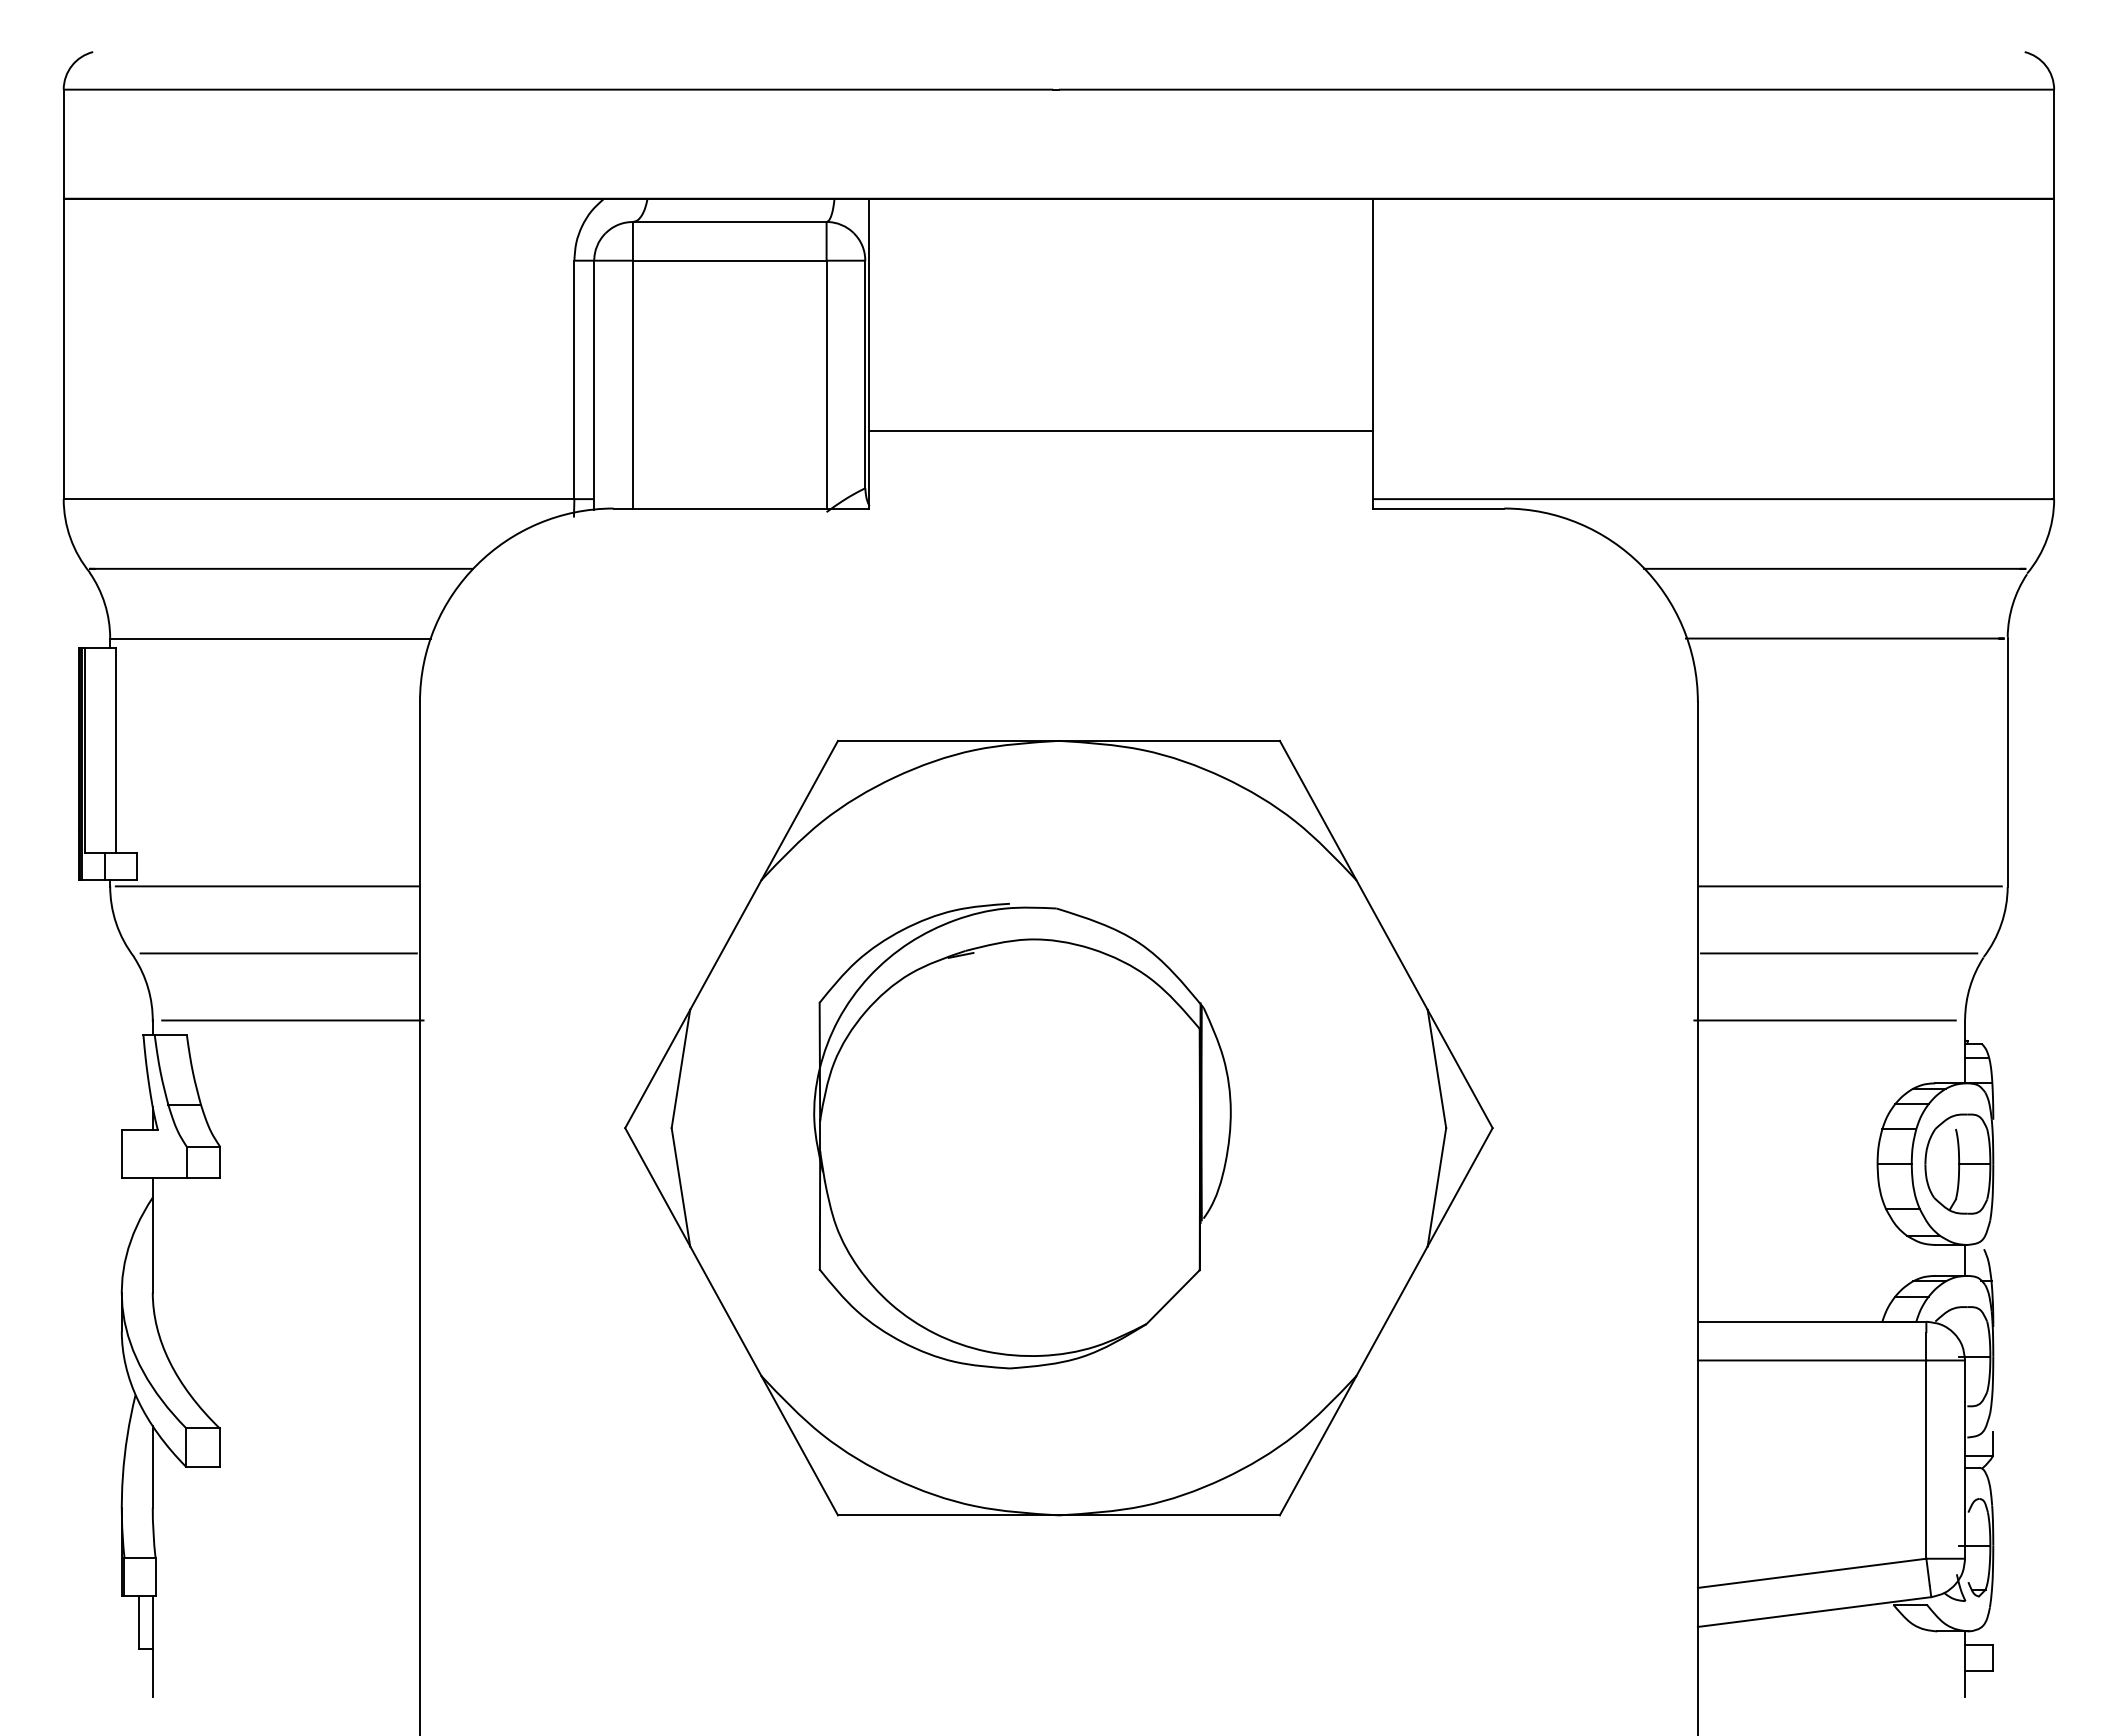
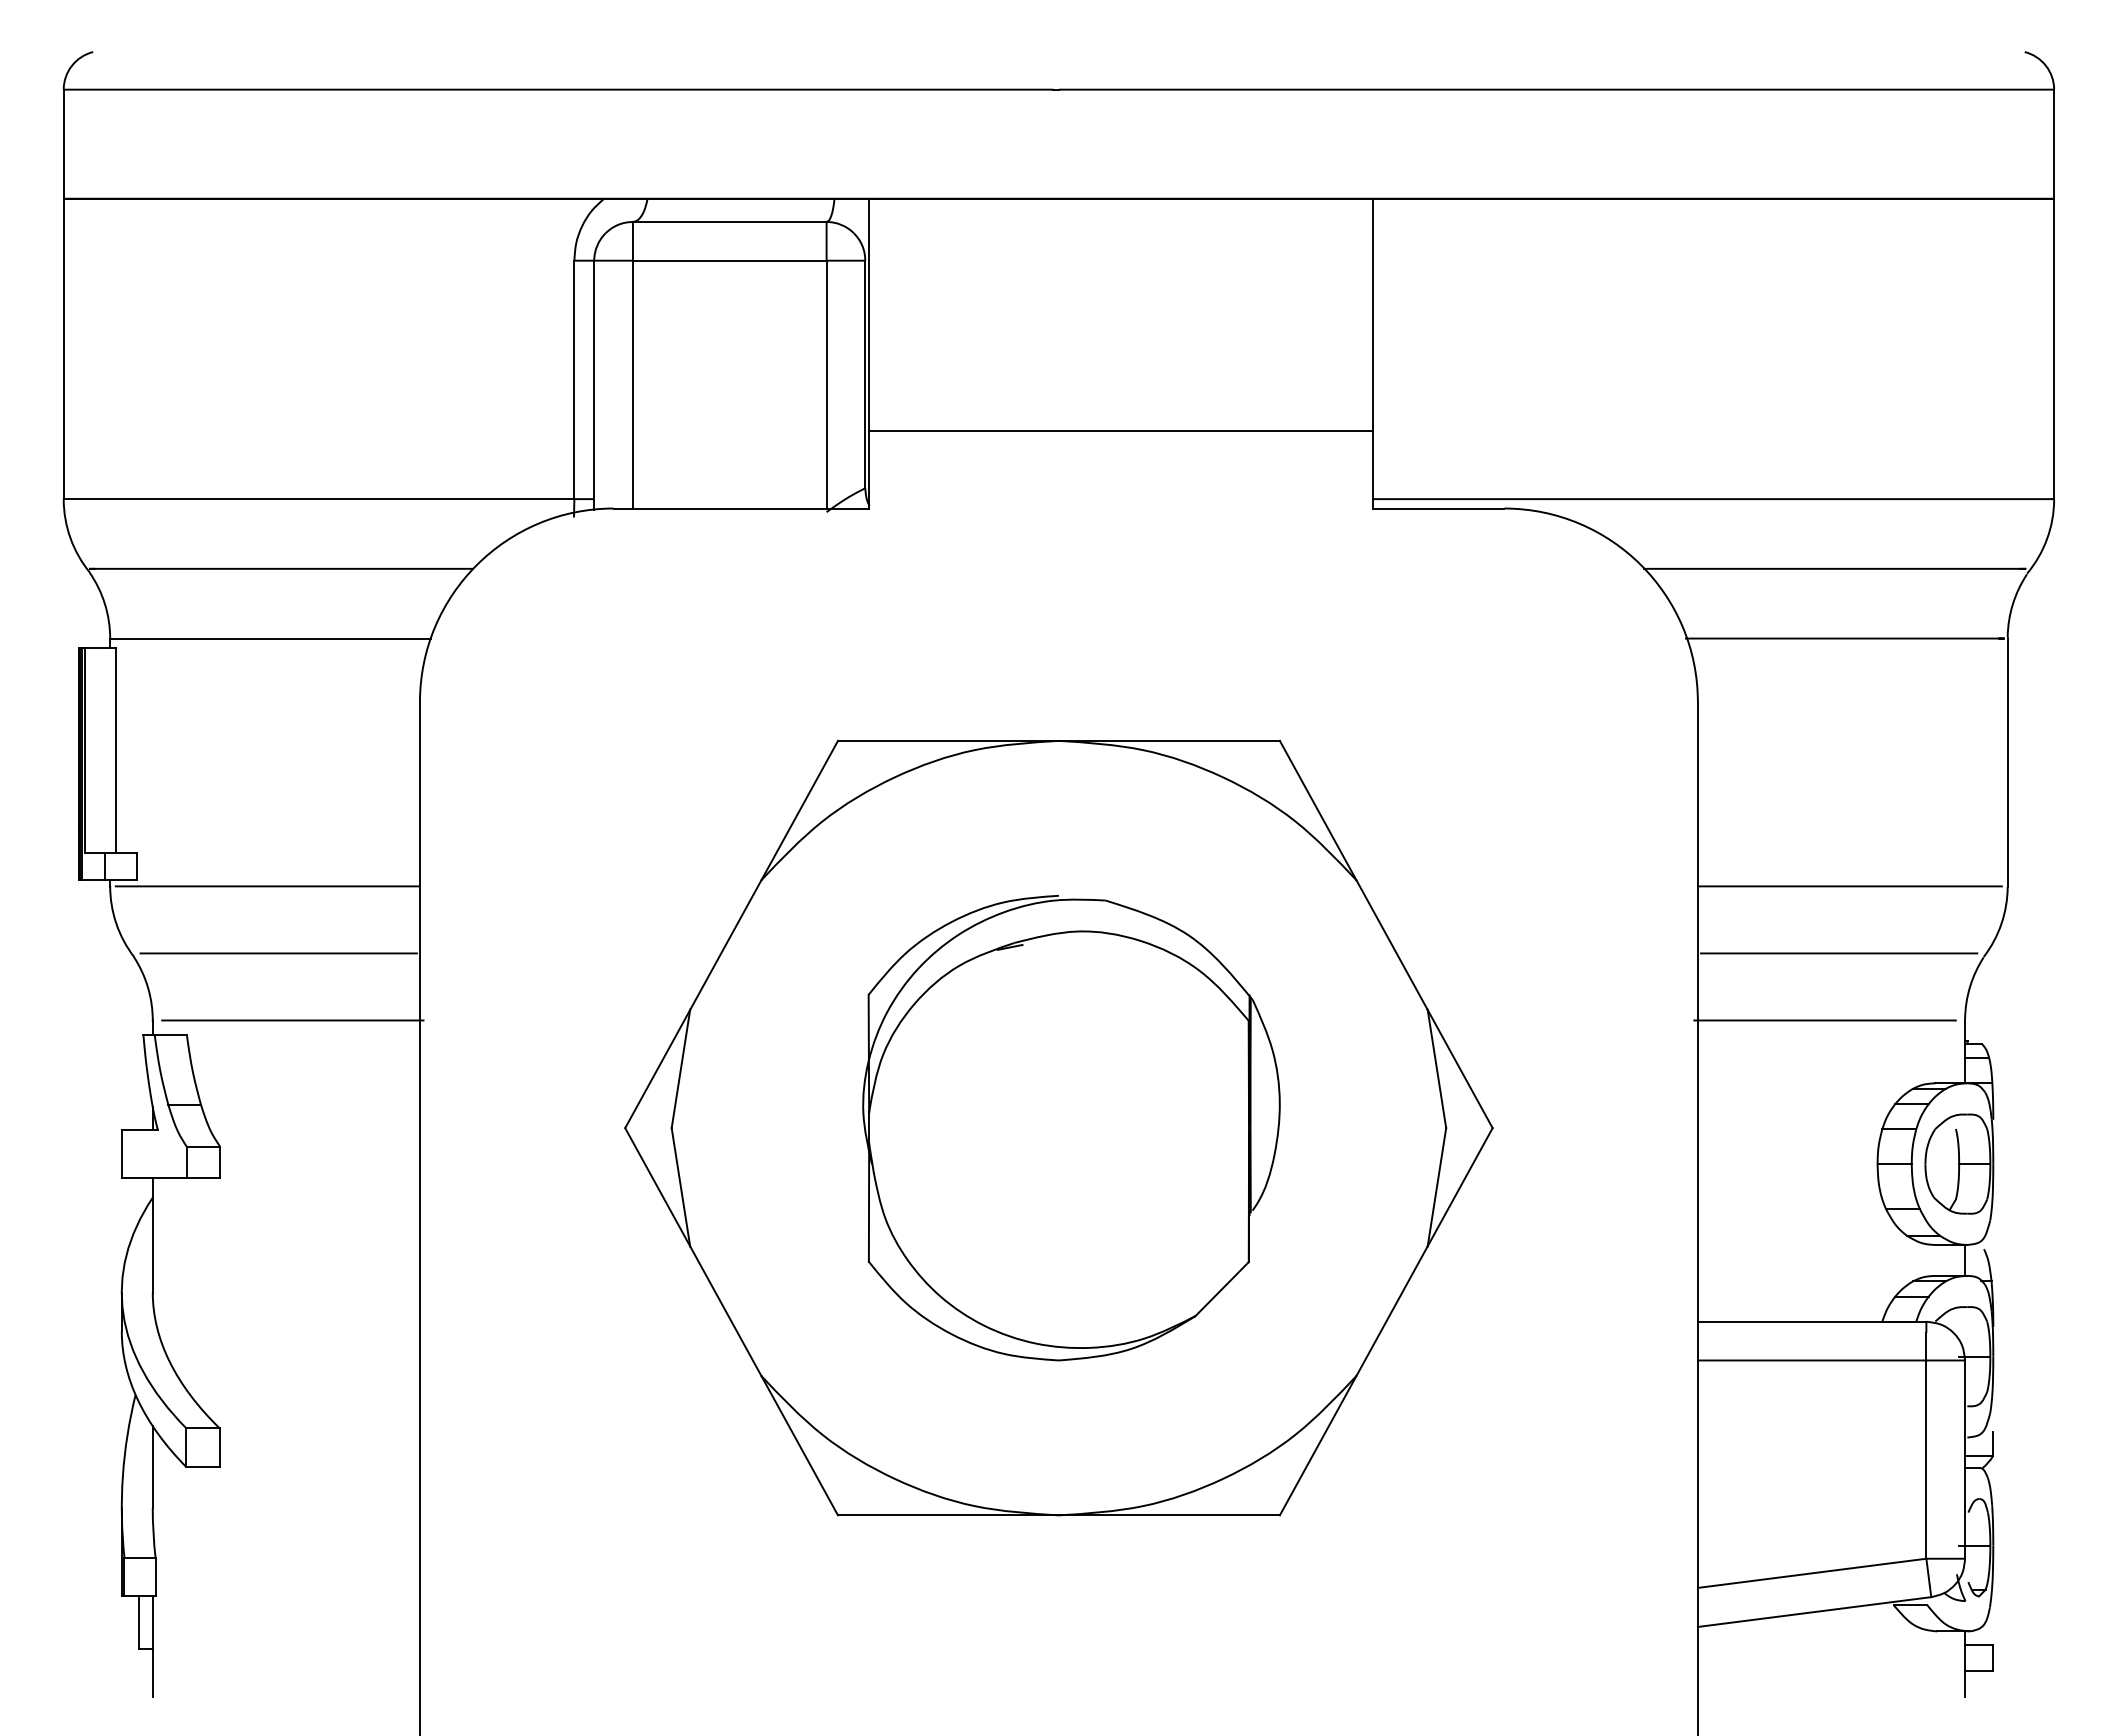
part at (1022, 1135) position: (1022, 1135) -> (1071, 1127)
